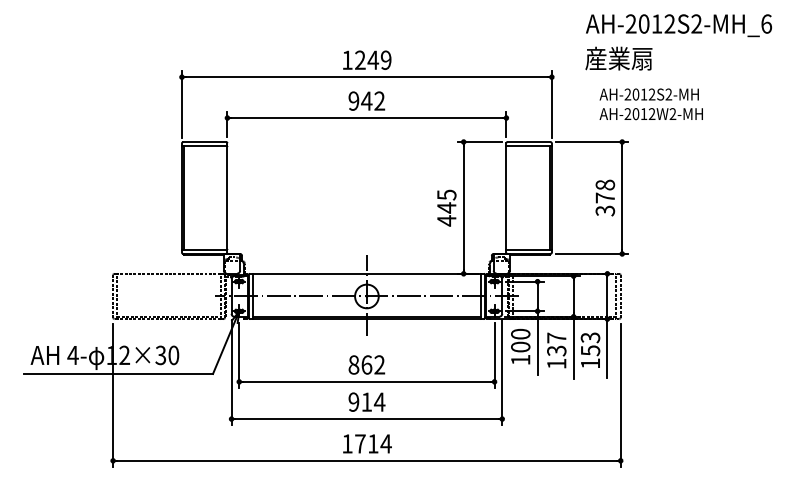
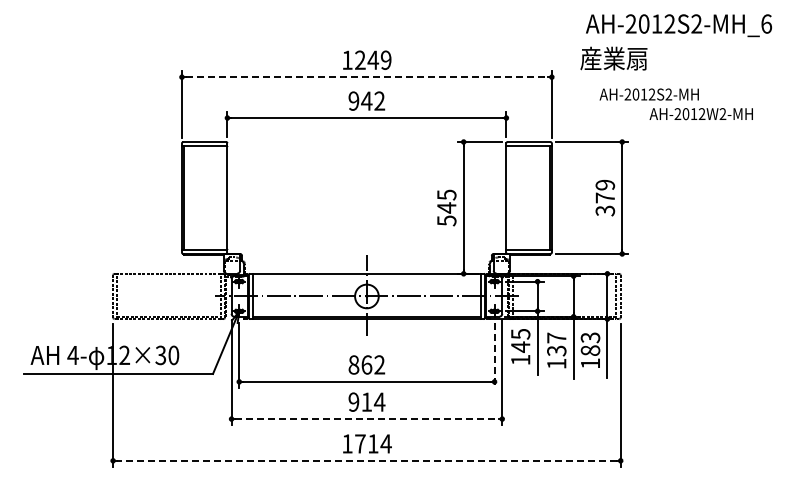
text at (618, 58) position: (618, 58) -> (613, 58)
line at (367, 77): solid -> dashed
text at (650, 114) position: (650, 114) -> (700, 114)
text at (605, 184): 378 -> 379
text at (446, 220): 445 -> 545
text at (520, 340): 100 -> 145
text at (590, 350): 153 -> 183
line at (494, 355): solid -> dashed
line at (366, 419): solid -> dashed
line at (366, 460): solid -> dashed
